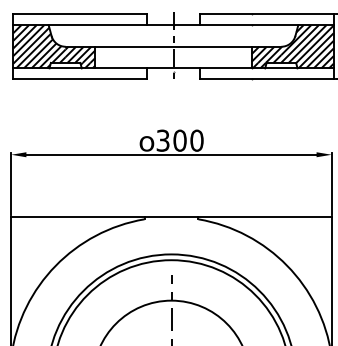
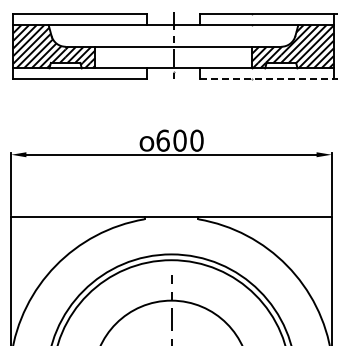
line at (267, 79): solid -> dashed
text at (162, 140): 300 -> 600
